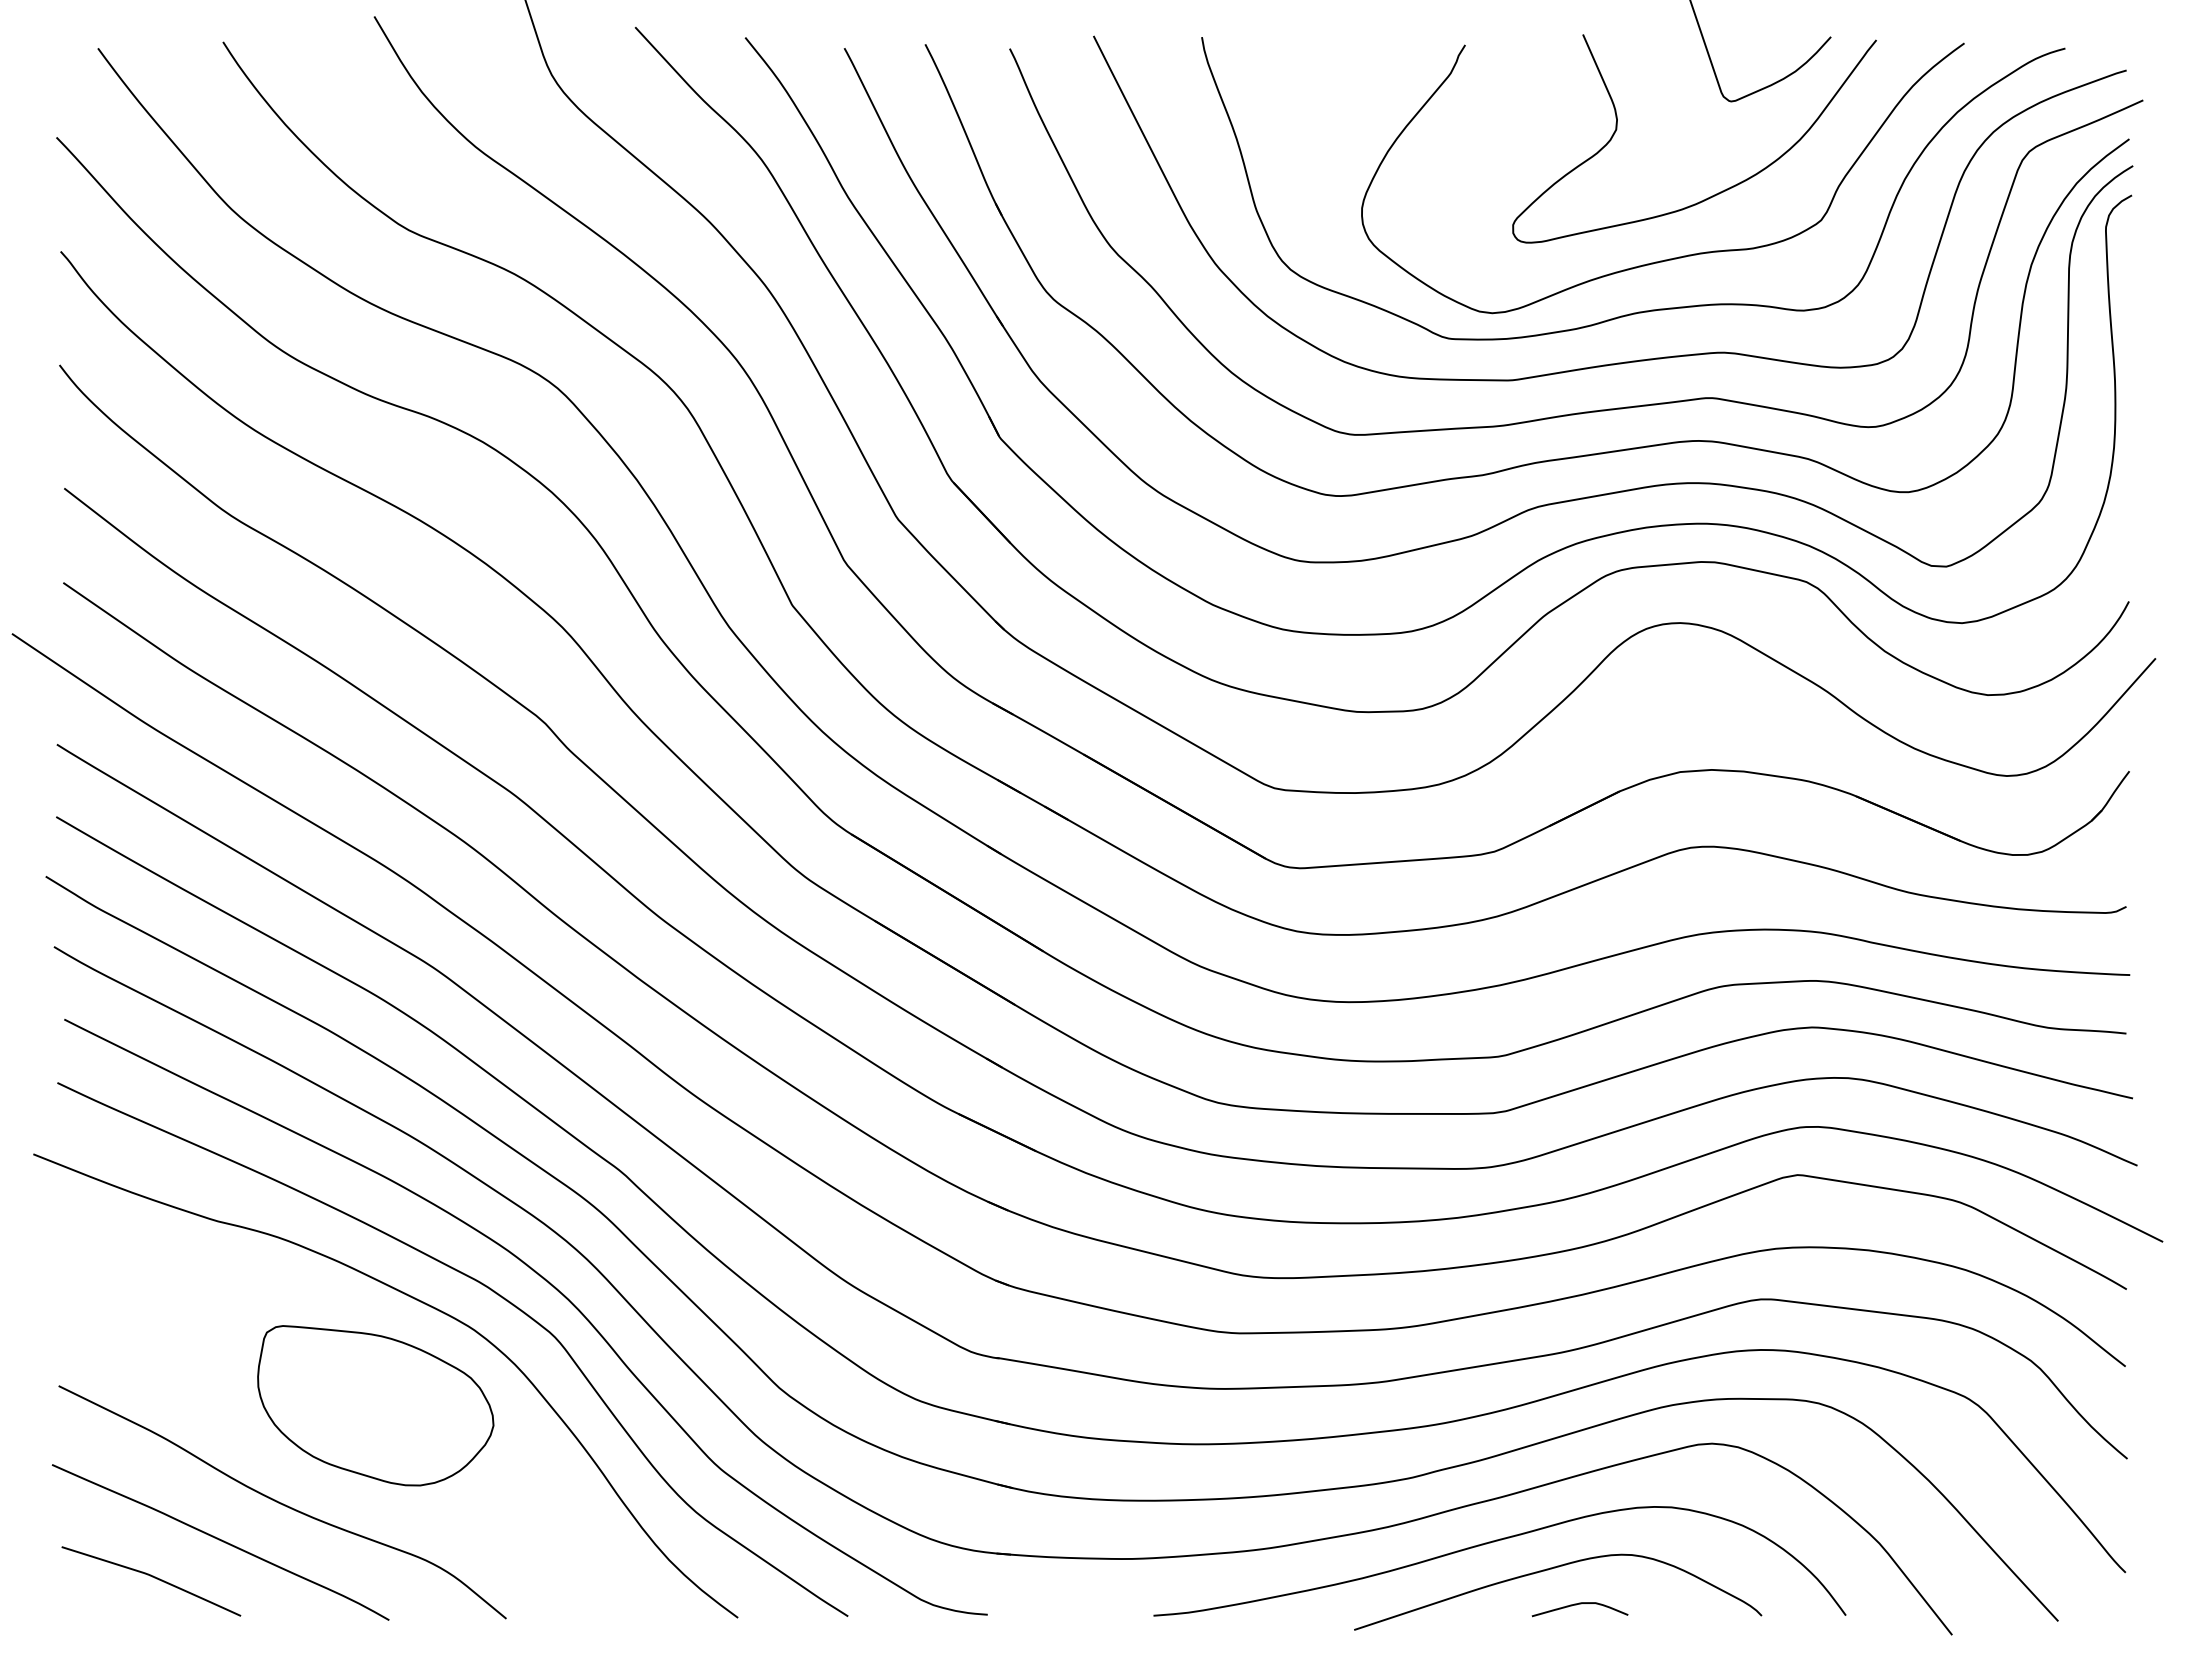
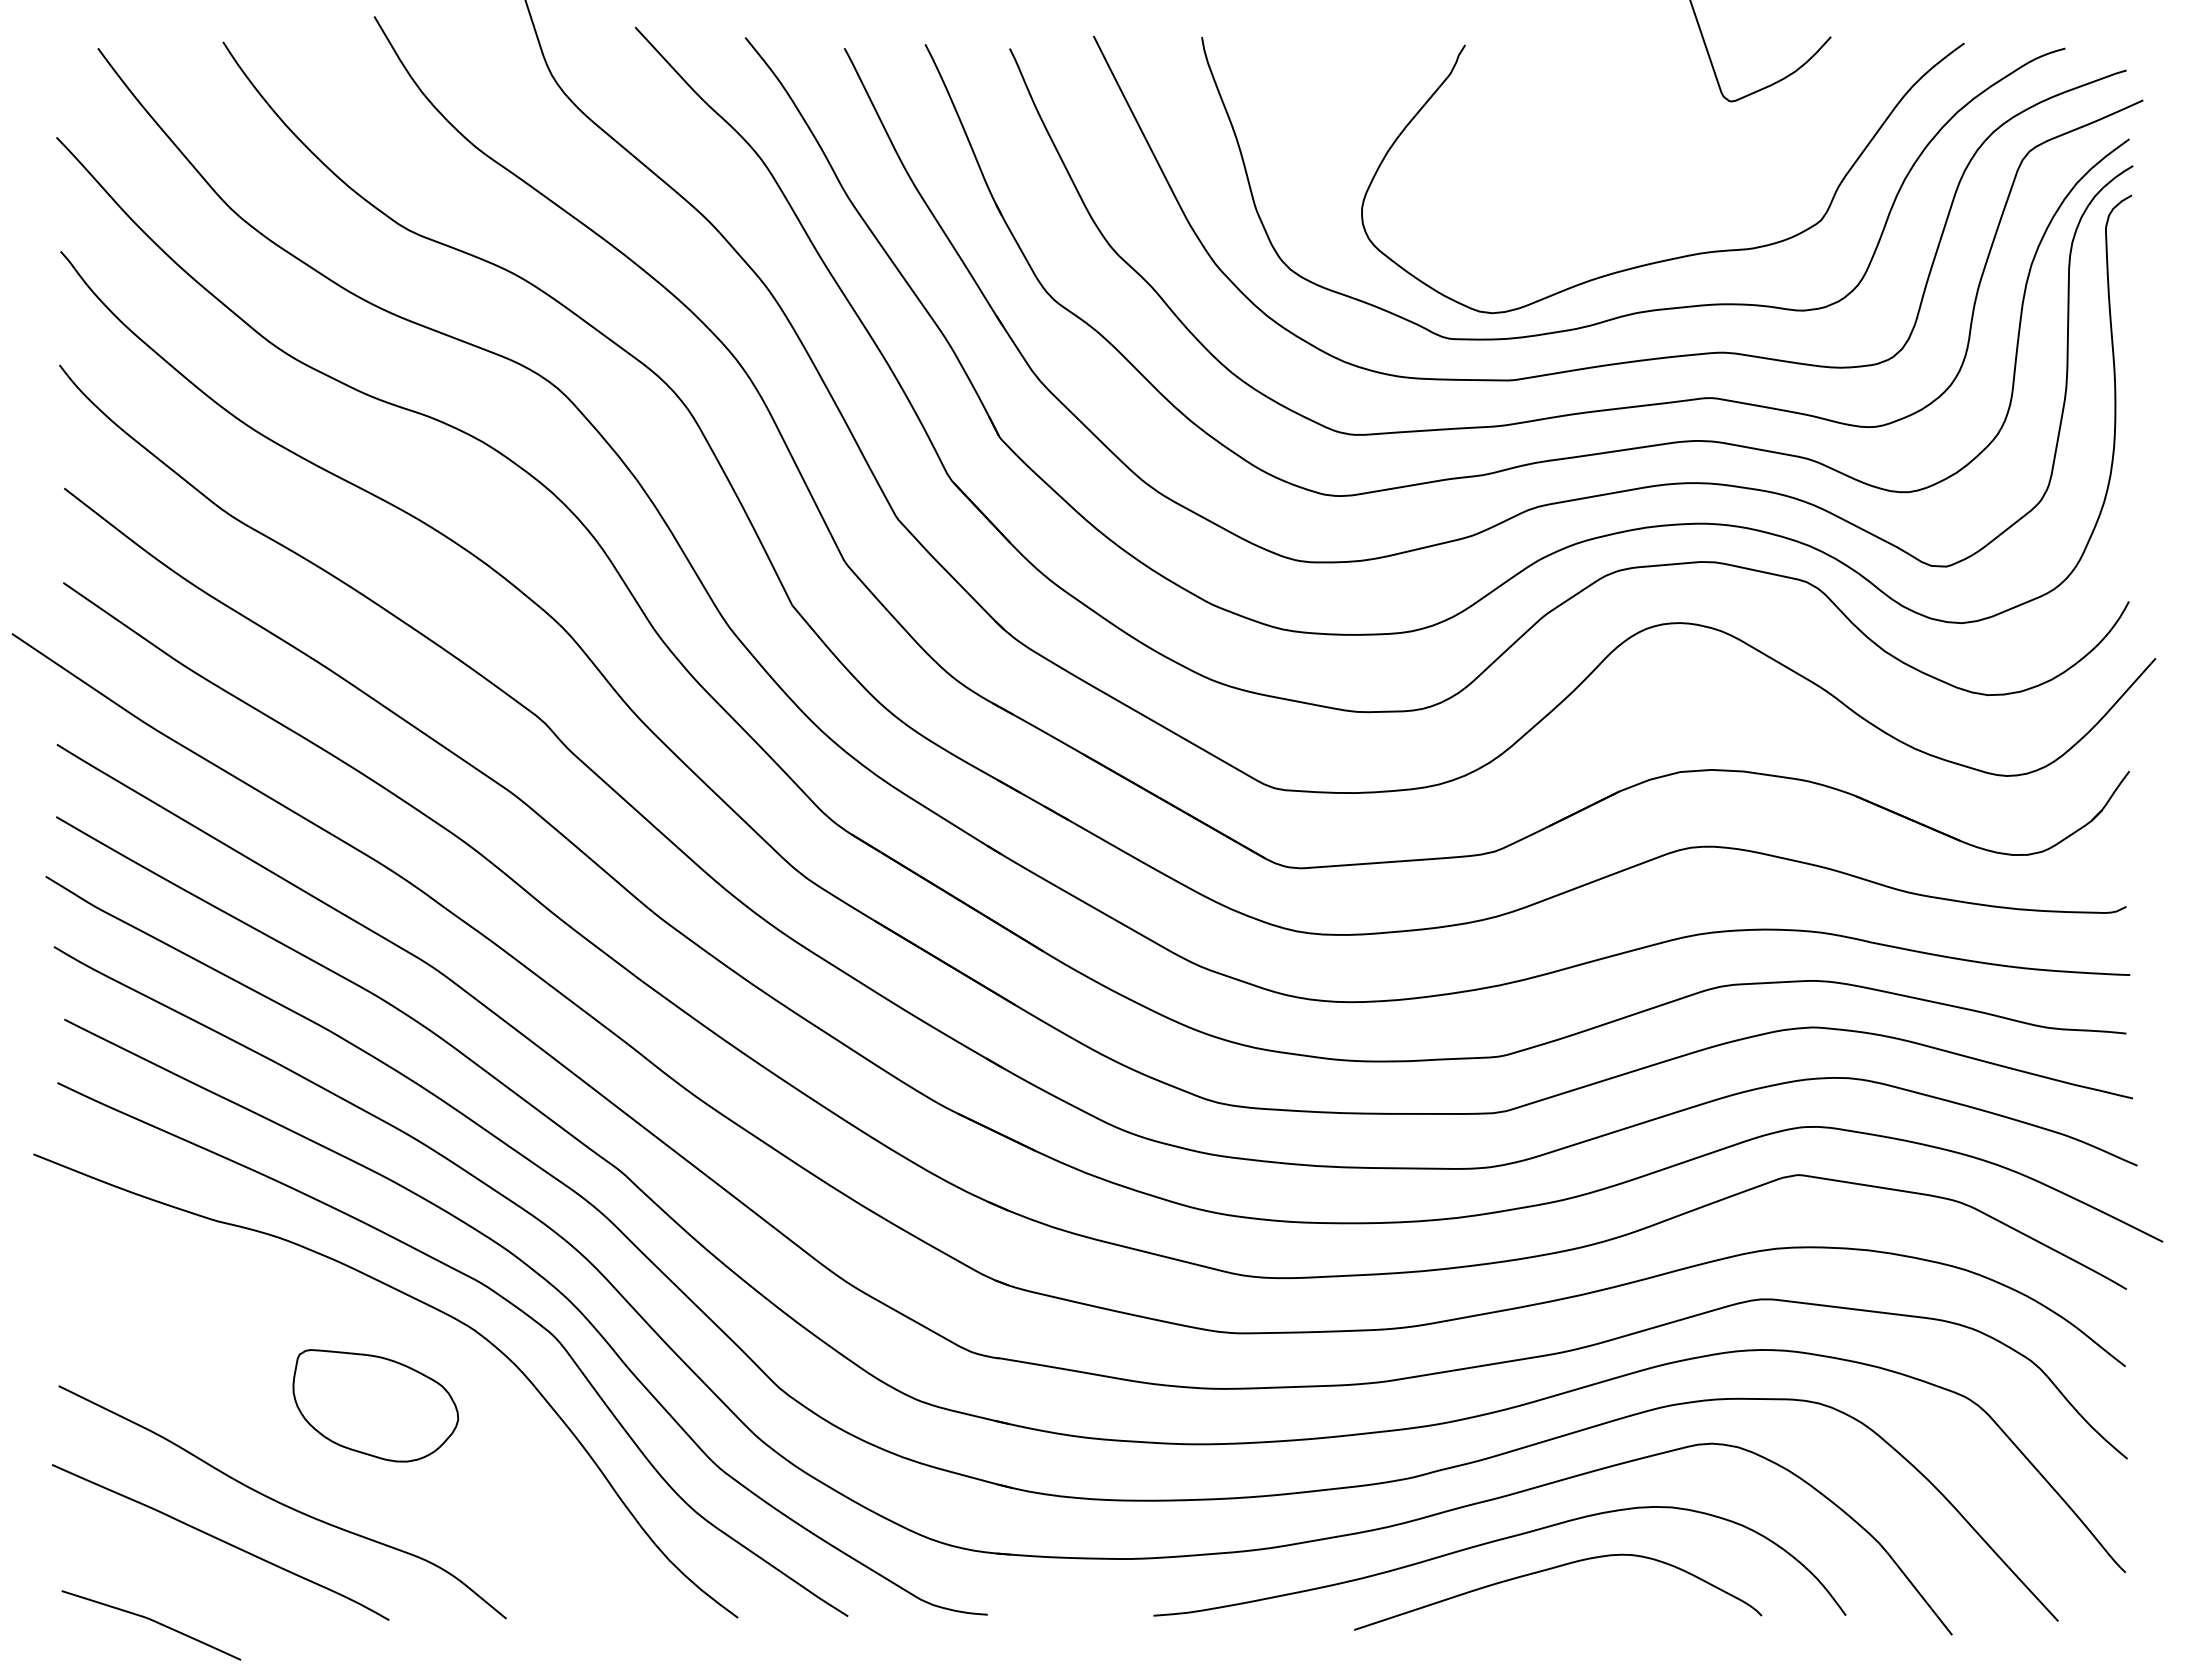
curve at (1720, 191): present -> none
part at (375, 1405) size: 238x162 px -> 168x114 px
curve at (152, 1577) position: (152, 1577) -> (152, 1621)
curve at (1579, 1604): present -> none
